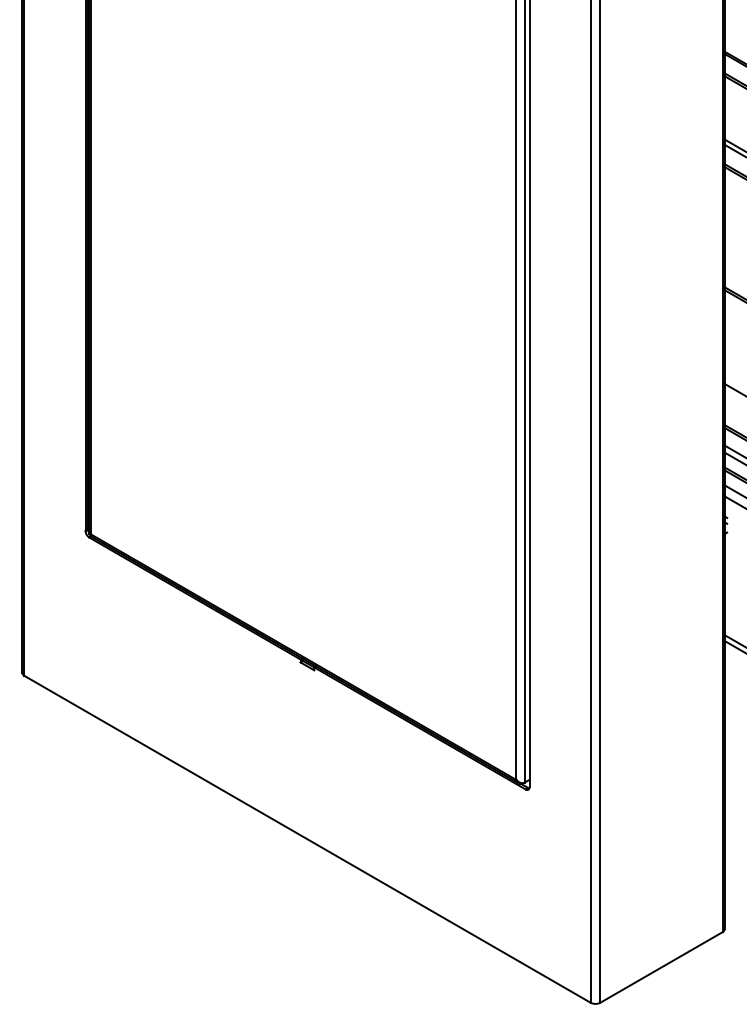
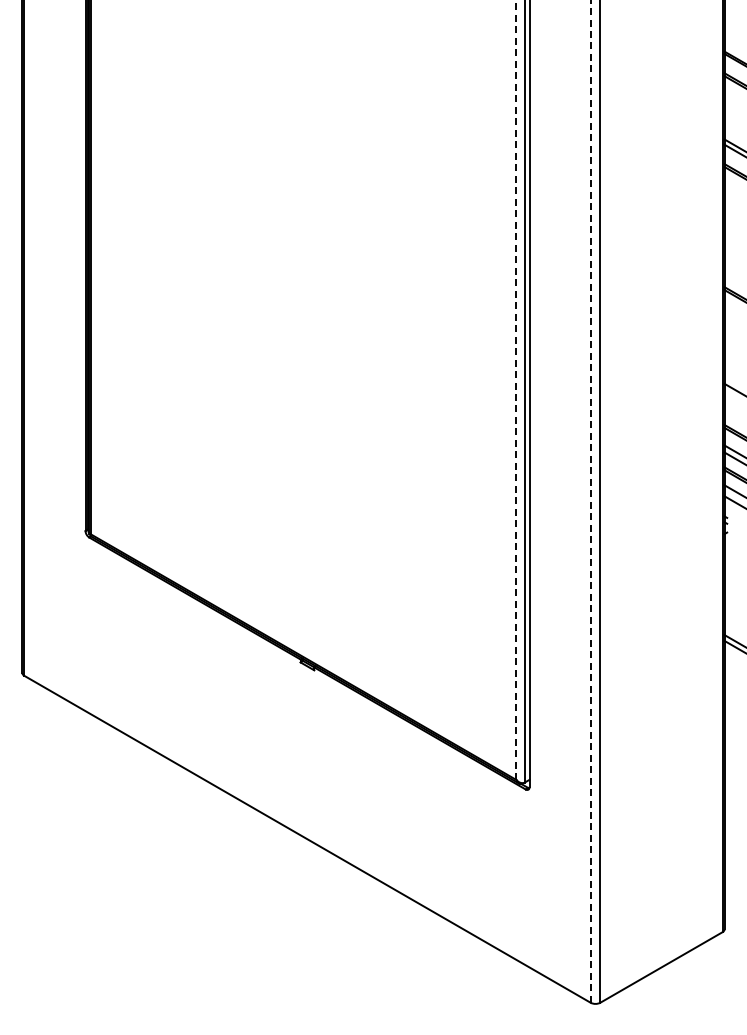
line at (516, 390): solid -> dashed
line at (590, 501): solid -> dashed
